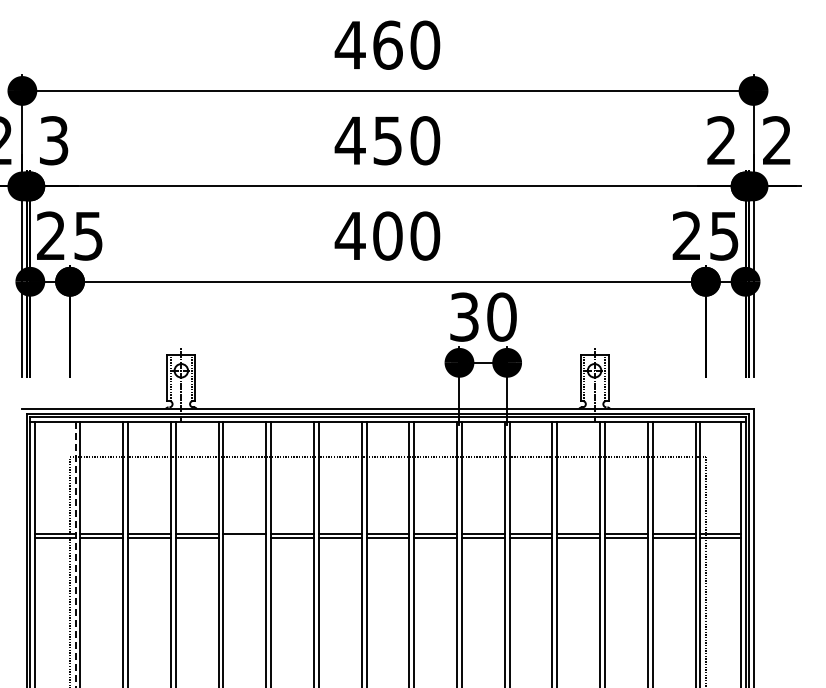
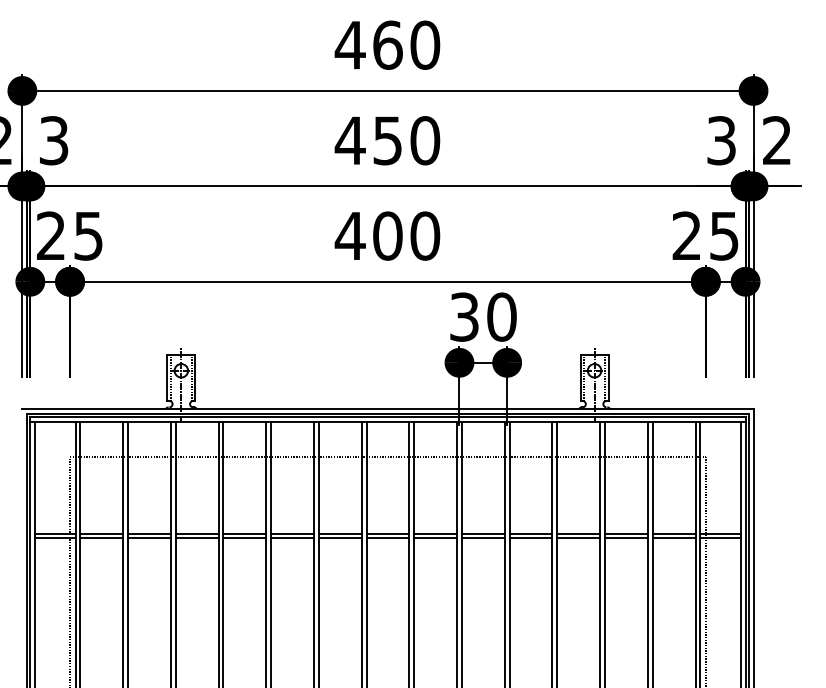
text at (721, 140): 2 -> 3
line at (244, 538): none -> present
line at (75, 554): dashed -> solid
